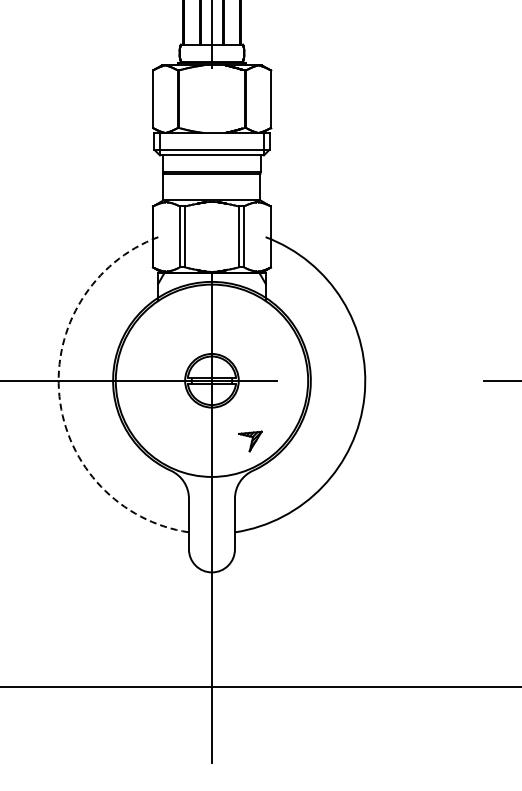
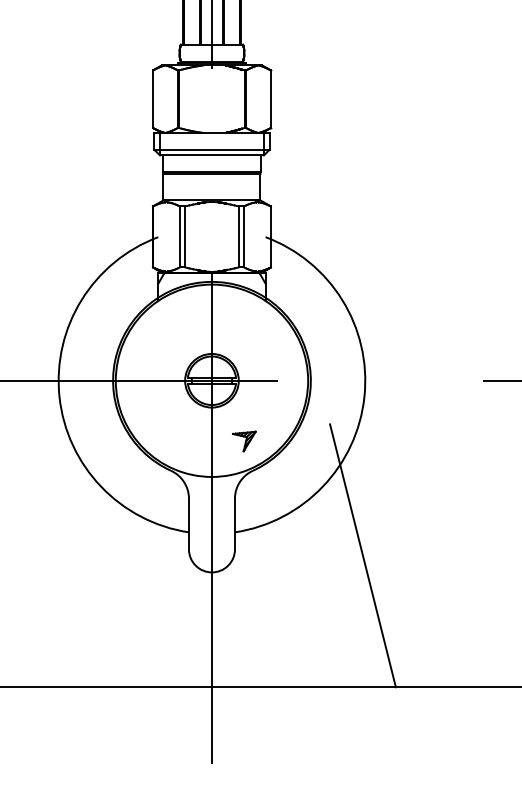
arc at (59, 396): dashed -> solid
part at (250, 441) position: (250, 441) -> (244, 441)
line at (362, 555): none -> present
